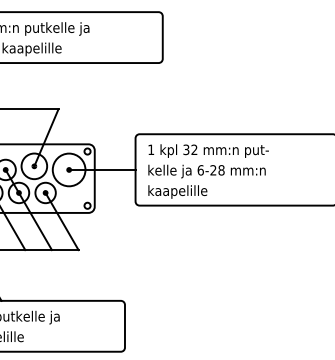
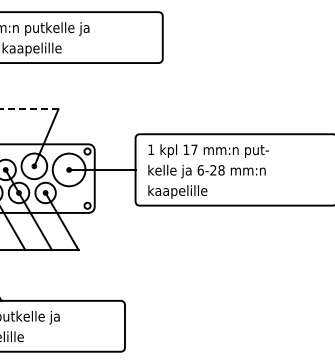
line at (29, 109): solid -> dashed
text at (190, 149): 32 -> 17
